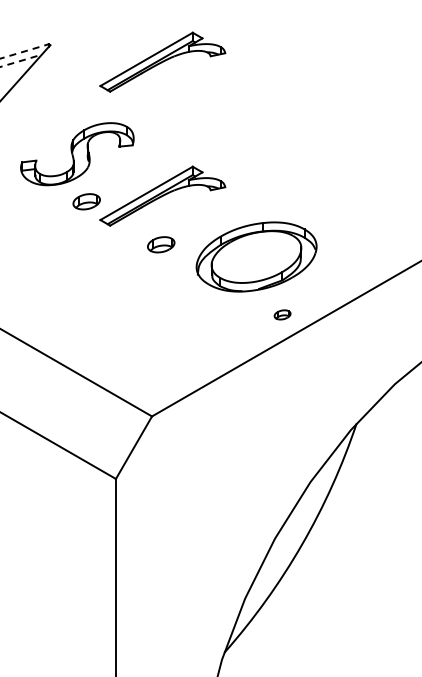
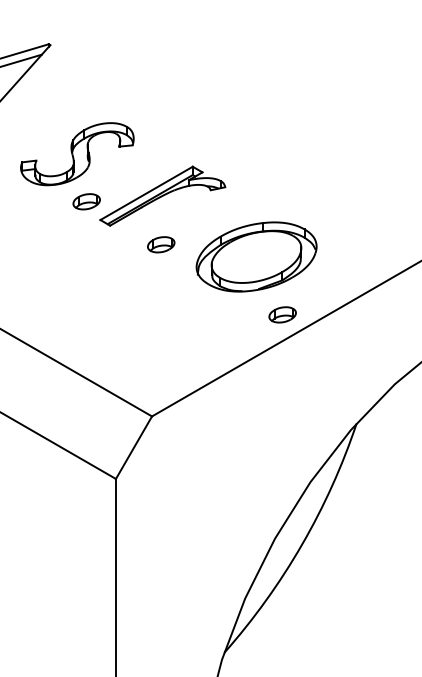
line at (24, 51): dashed -> solid
line at (21, 60): dashed -> solid
part at (162, 61): present -> none
part at (282, 314) size: 19x12 px -> 29x18 px
